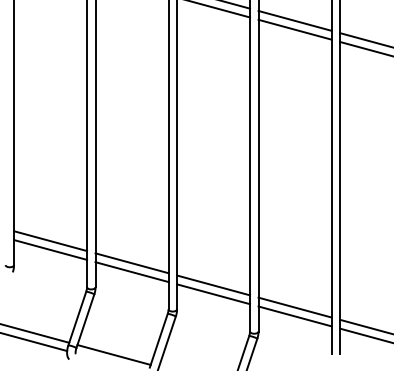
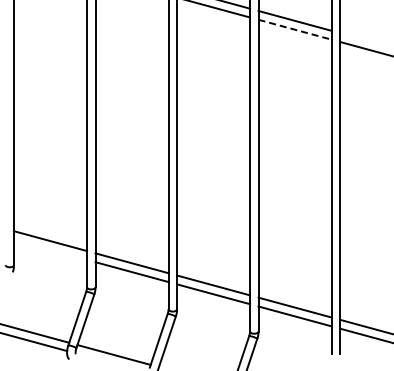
line at (295, 29): solid -> dashed
line at (365, 39): present -> none
line at (50, 249): present -> none
